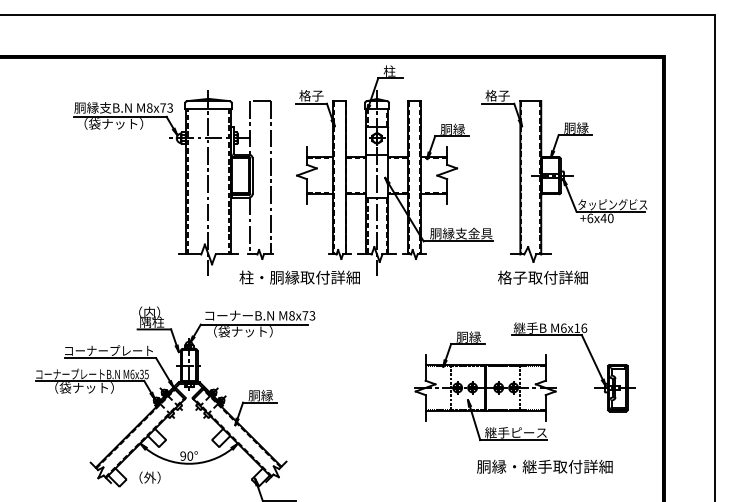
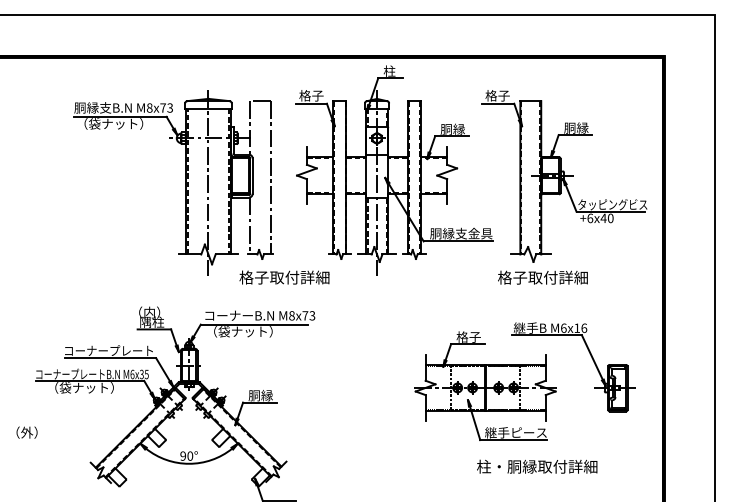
text at (300, 277): 柱・胴縁取付詳細 -> 格子取付詳細
text at (468, 336): 胴縁 -> 格子
text at (544, 466): 胴縁・継手取付詳細 -> 柱・胴縁取付詳細
text at (149, 477) position: (149, 477) -> (26, 432)
